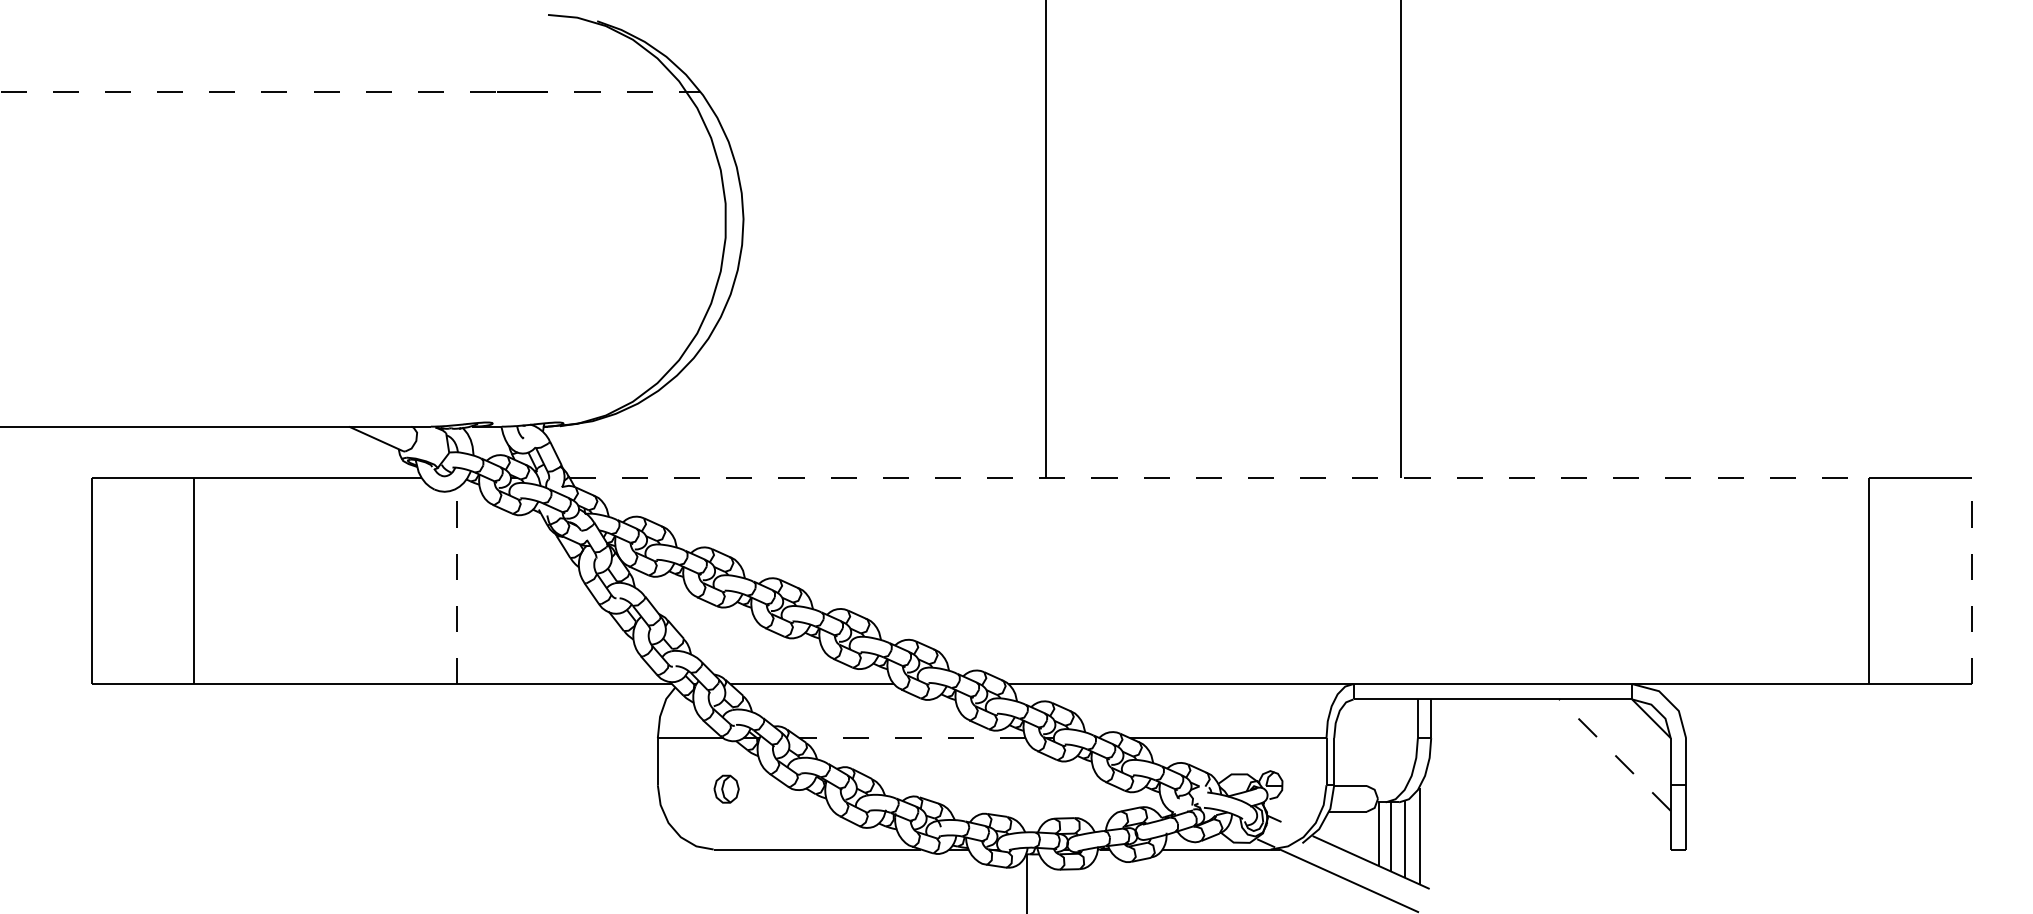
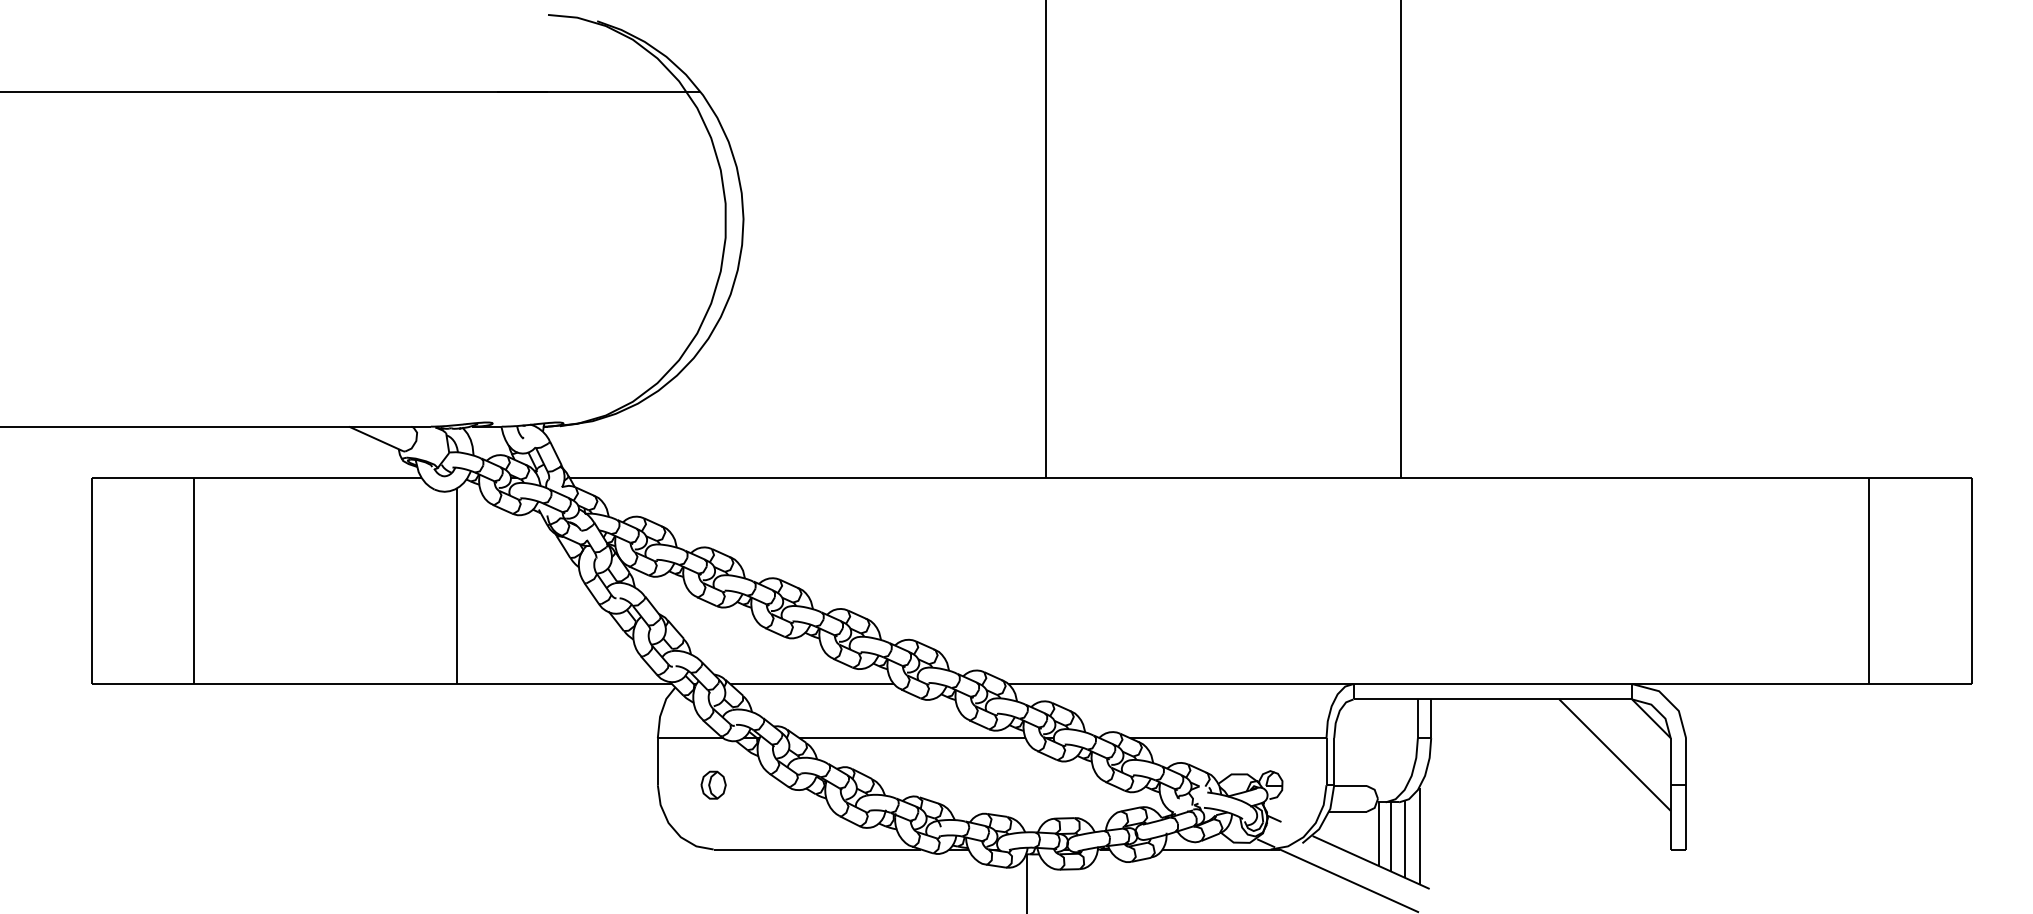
line at (344, 92): dashed -> solid
line at (1219, 478): dashed -> solid
line at (1972, 581): dashed -> solid
line at (456, 586): dashed -> solid
line at (912, 738): dashed -> solid
line at (1615, 755): dashed -> solid
part at (726, 788) position: (726, 788) -> (713, 784)
